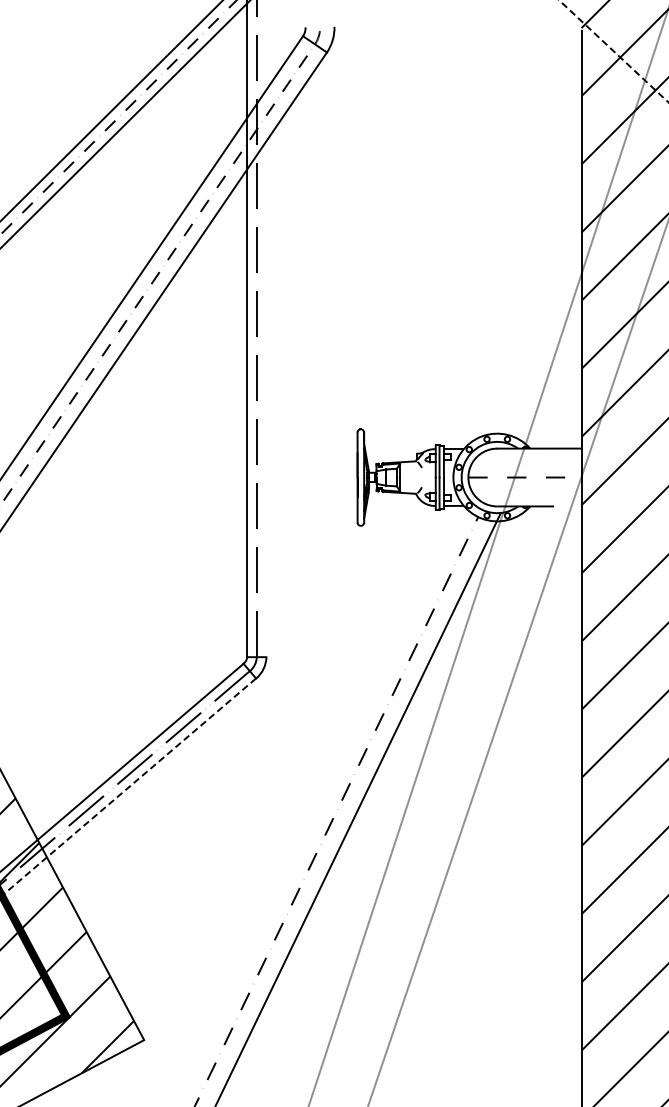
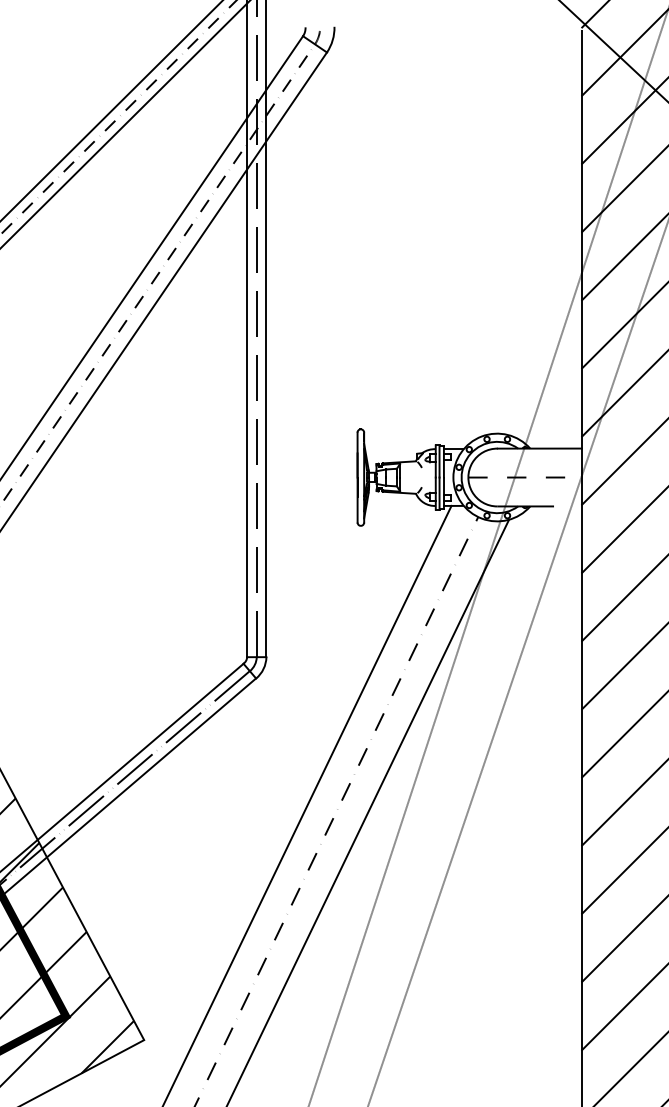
line at (613, 51): dashed -> solid
line at (266, 329): none -> present
line at (127, 788): dashed -> solid
line at (307, 804): none -> present
line at (358, 808) position: (358, 808) -> (368, 811)
